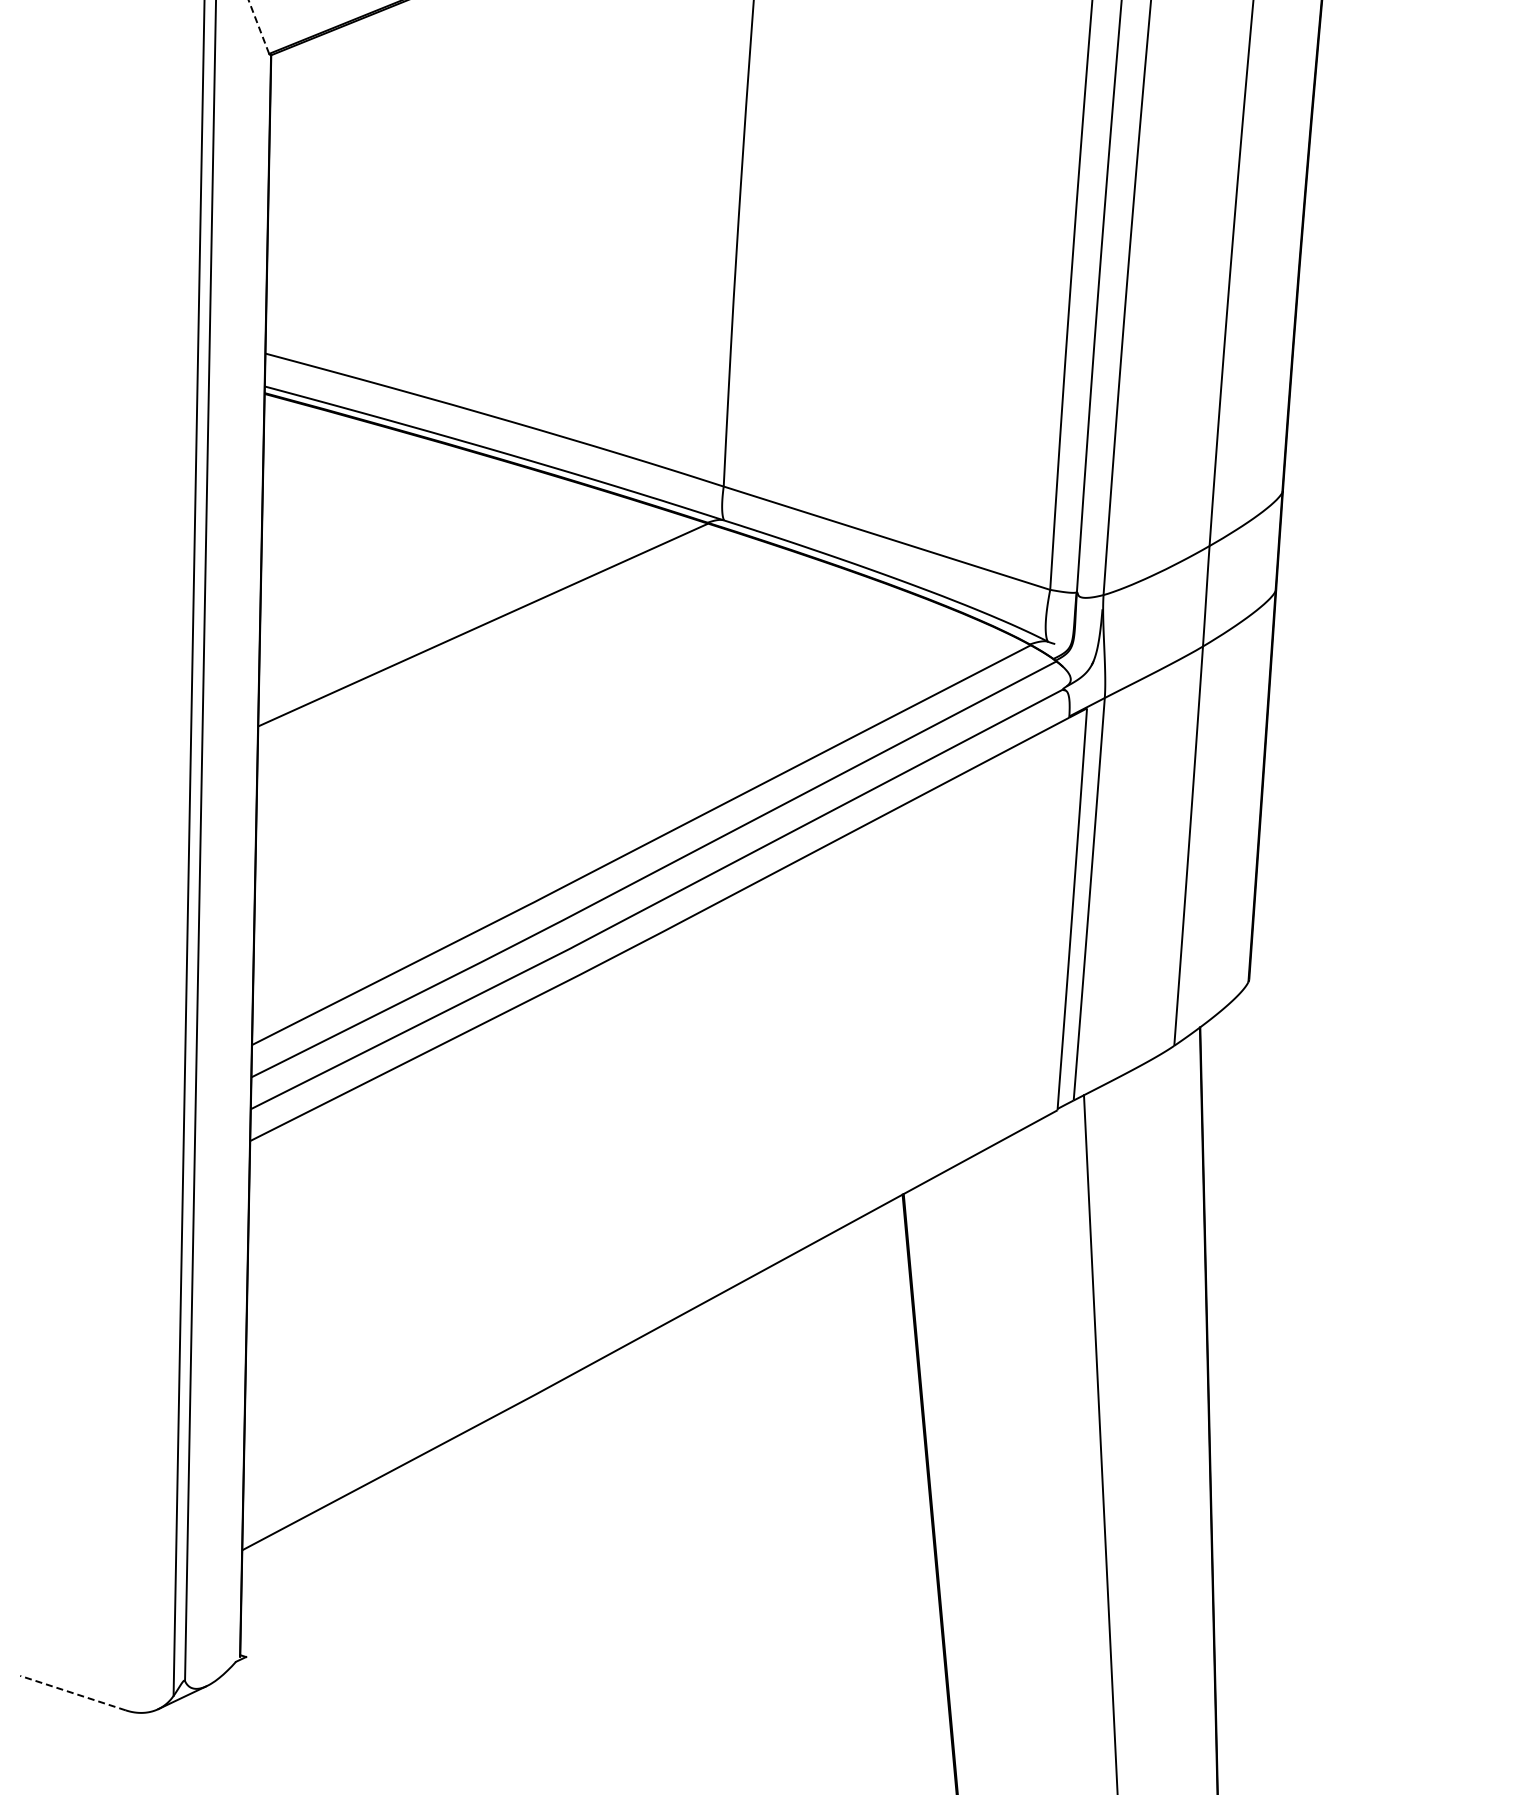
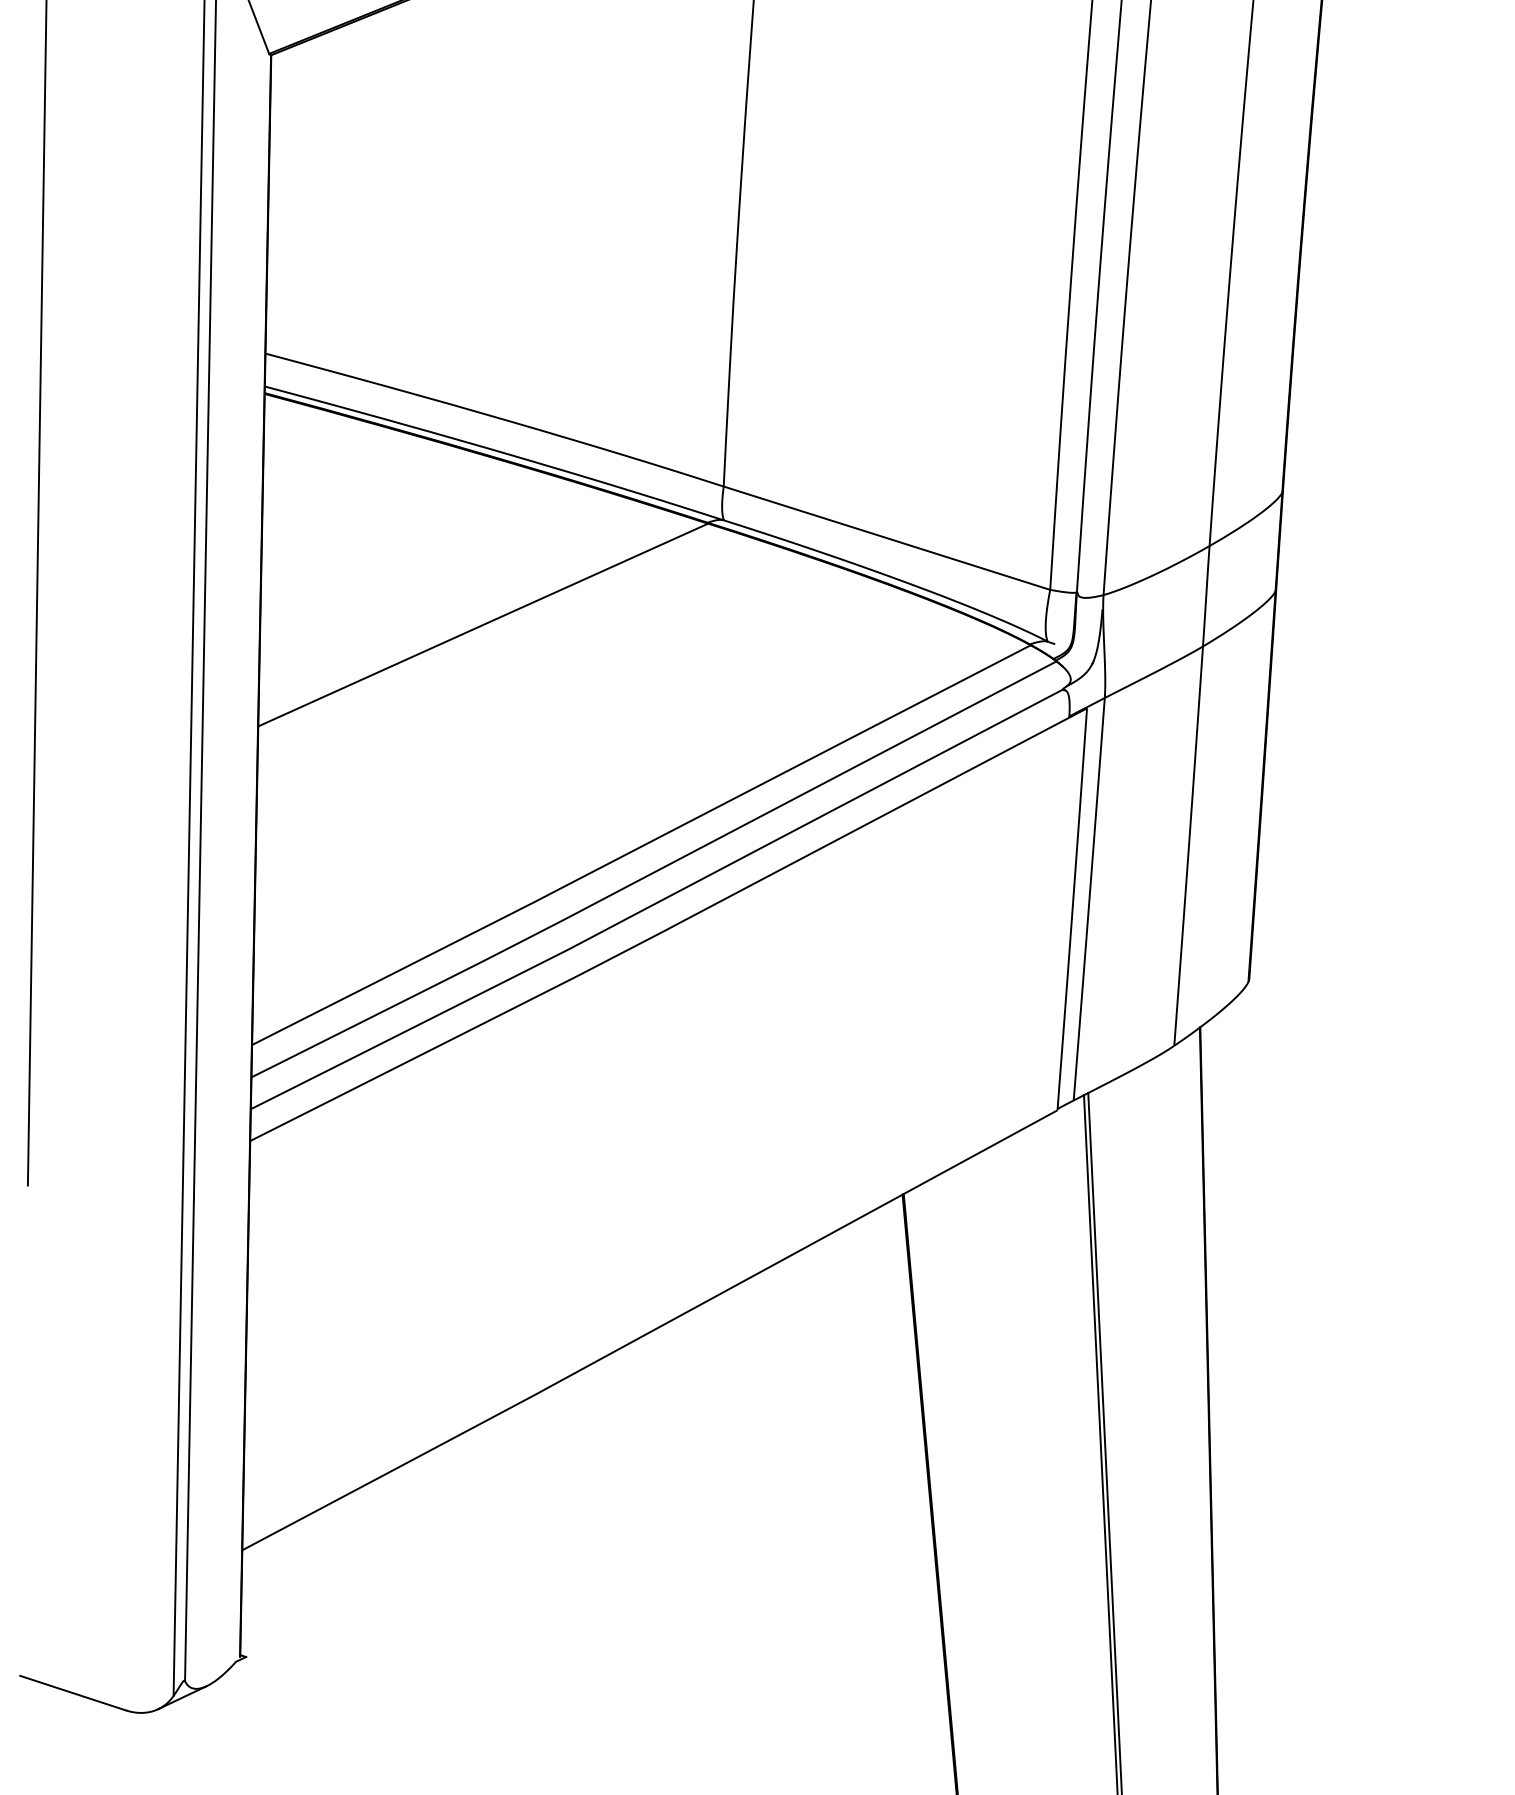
line at (258, 26): dashed -> solid
line at (36, 593): none -> present
line at (1104, 1442): none -> present
line at (73, 1693): dashed -> solid
